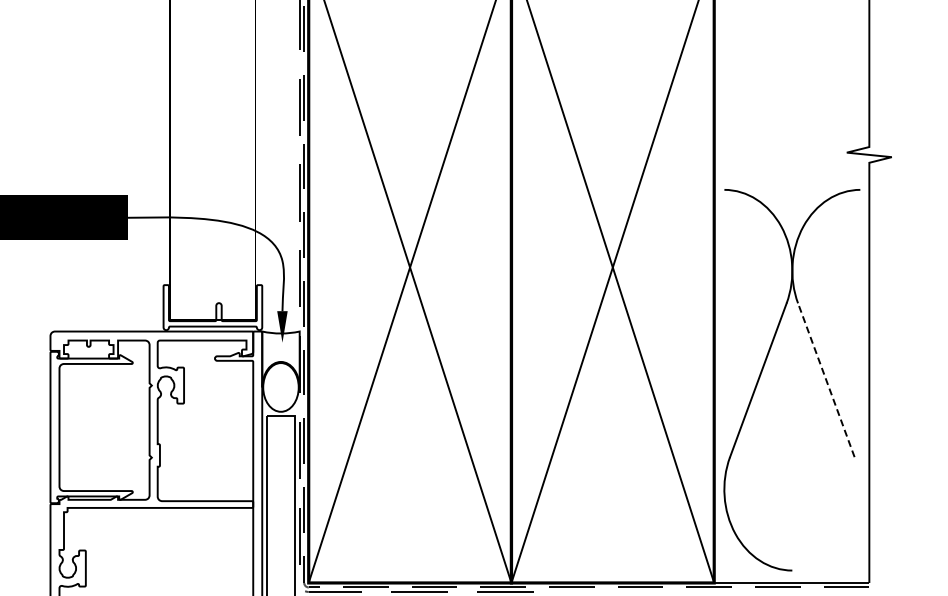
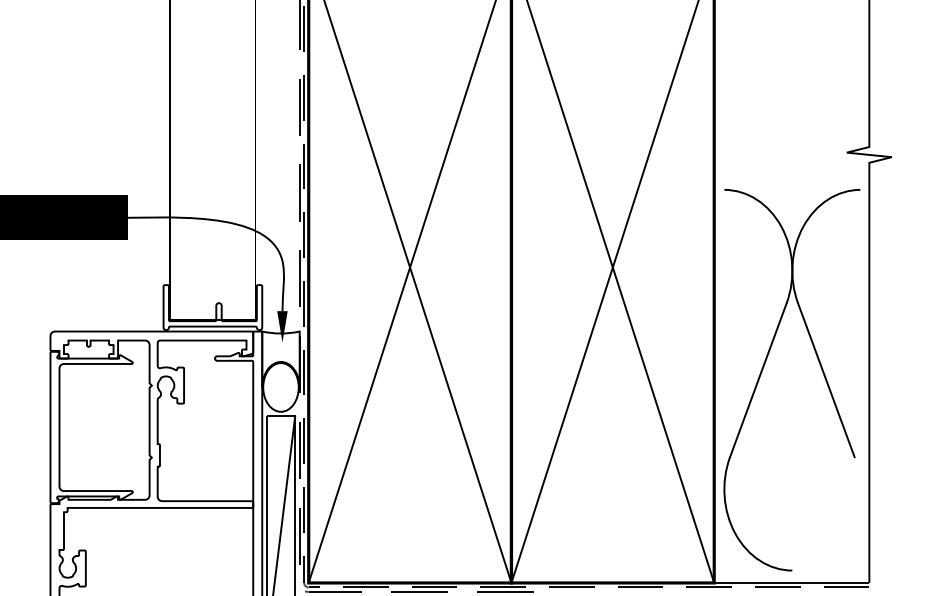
line at (826, 380): dashed -> solid
line at (284, 504): none -> present
